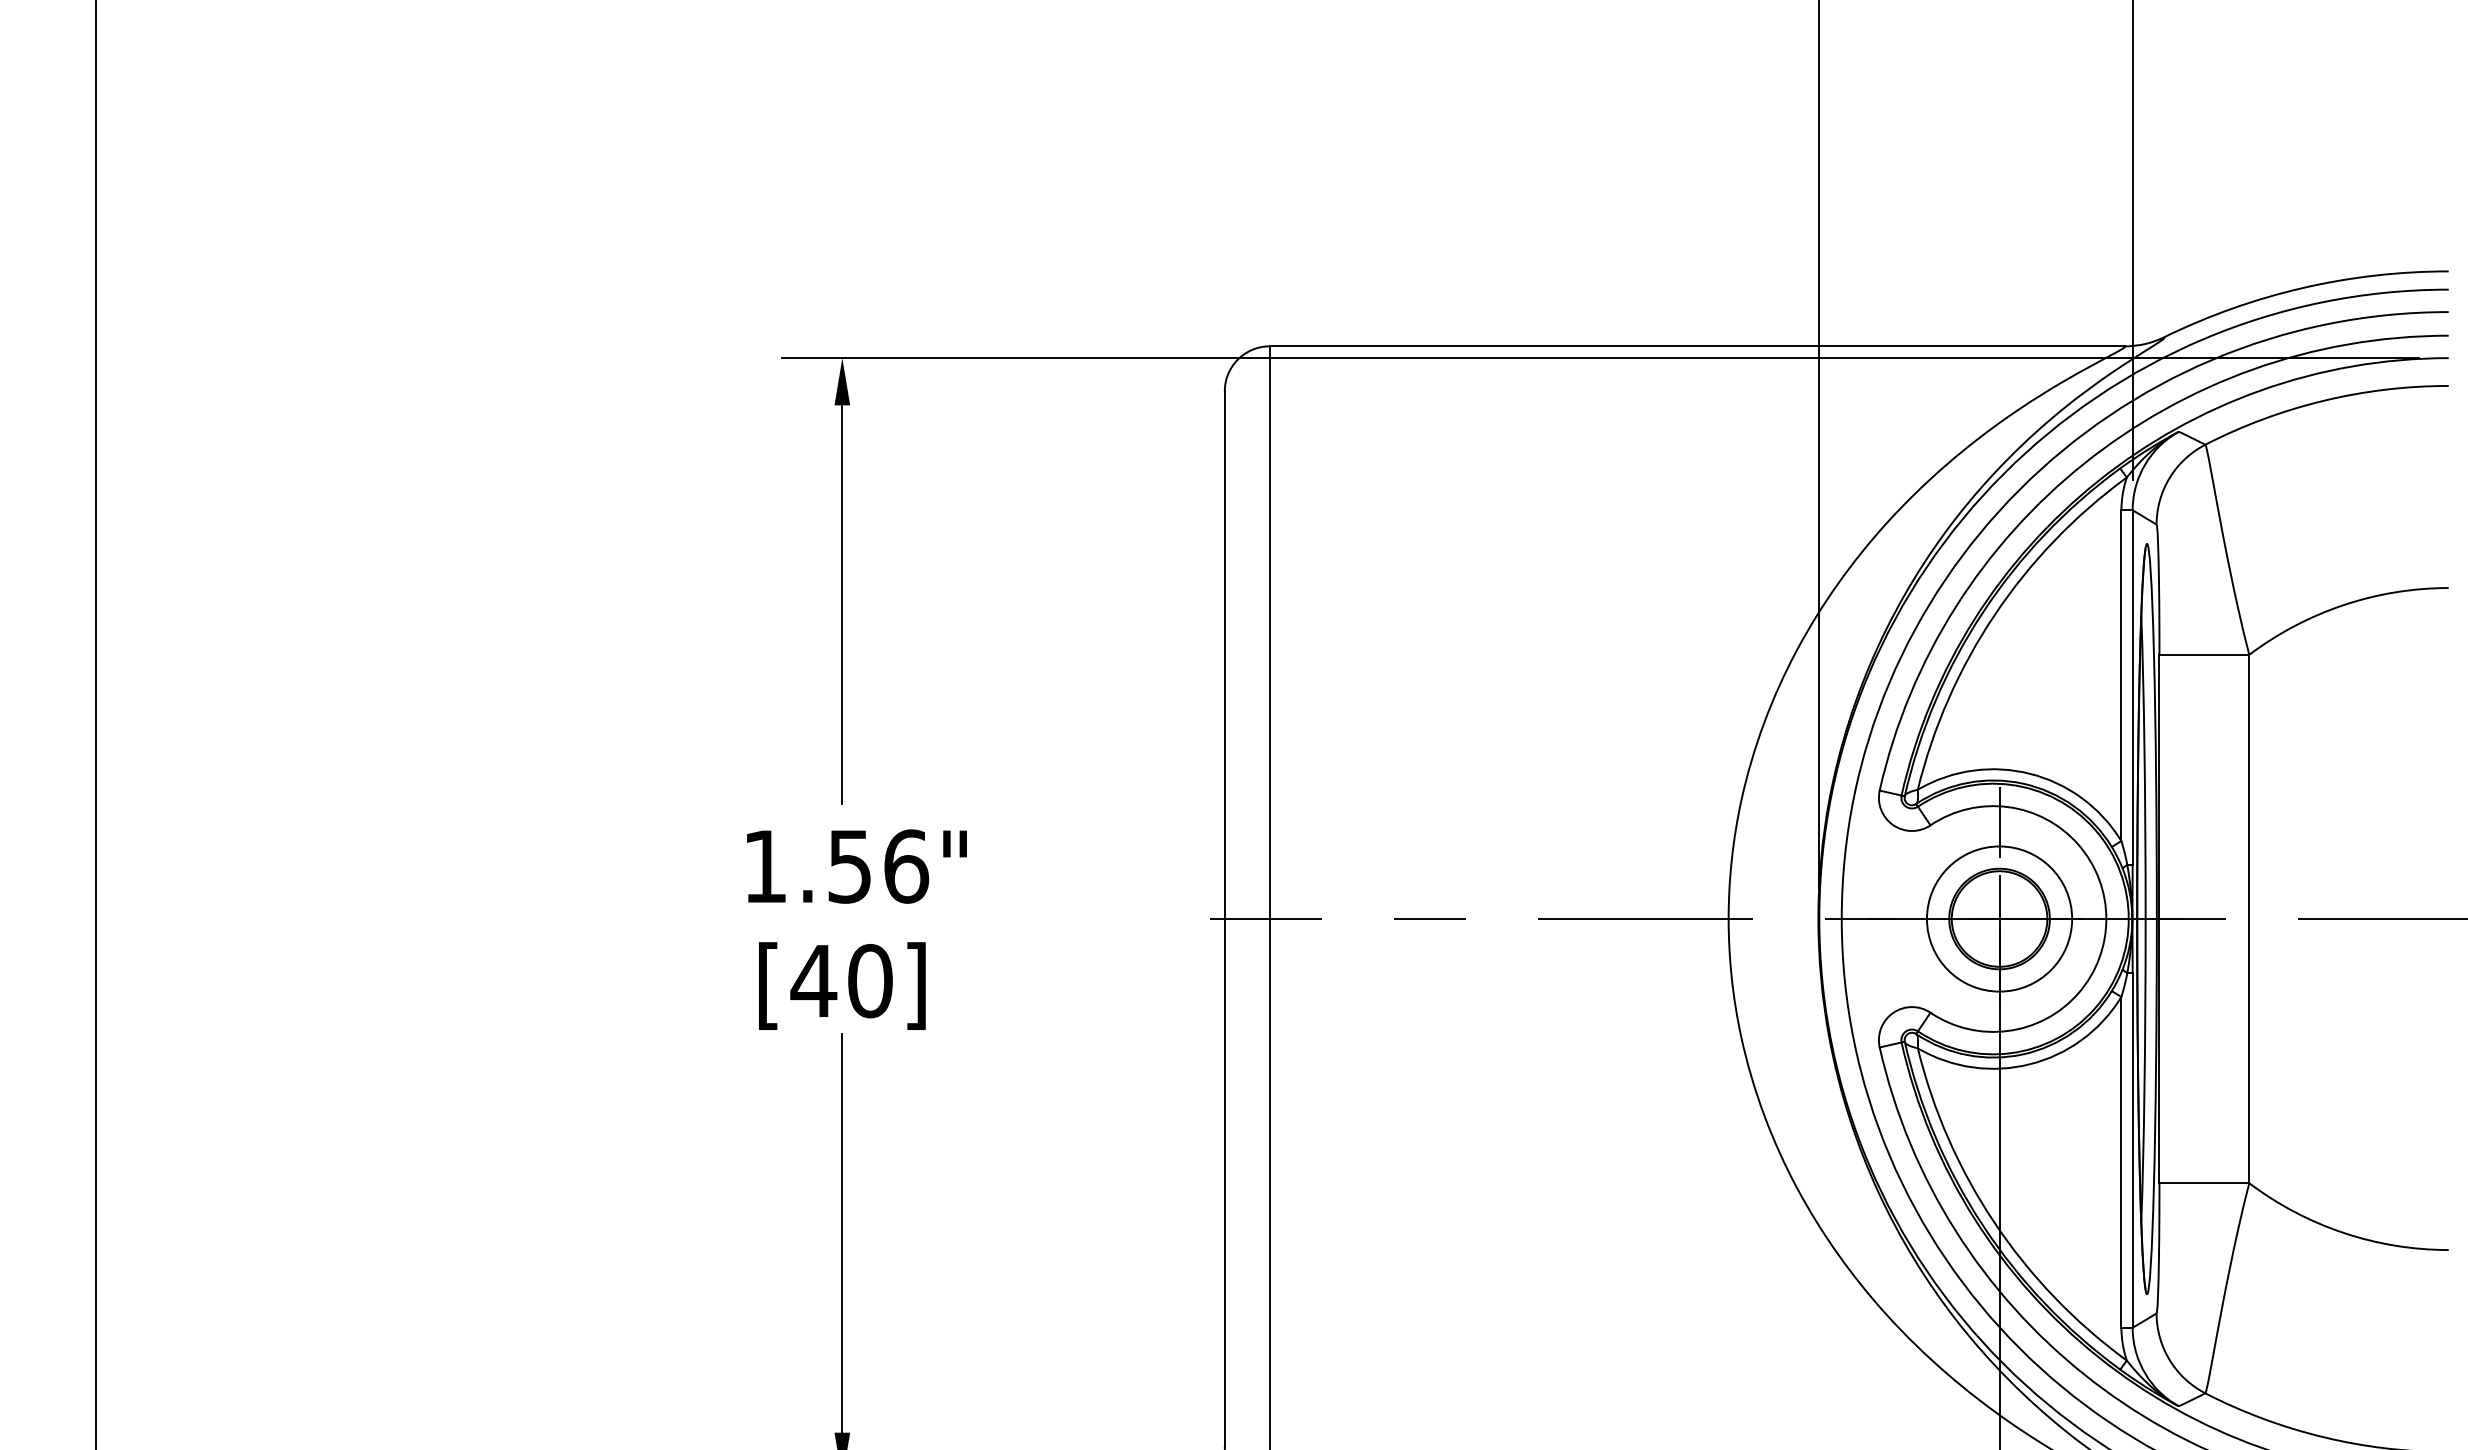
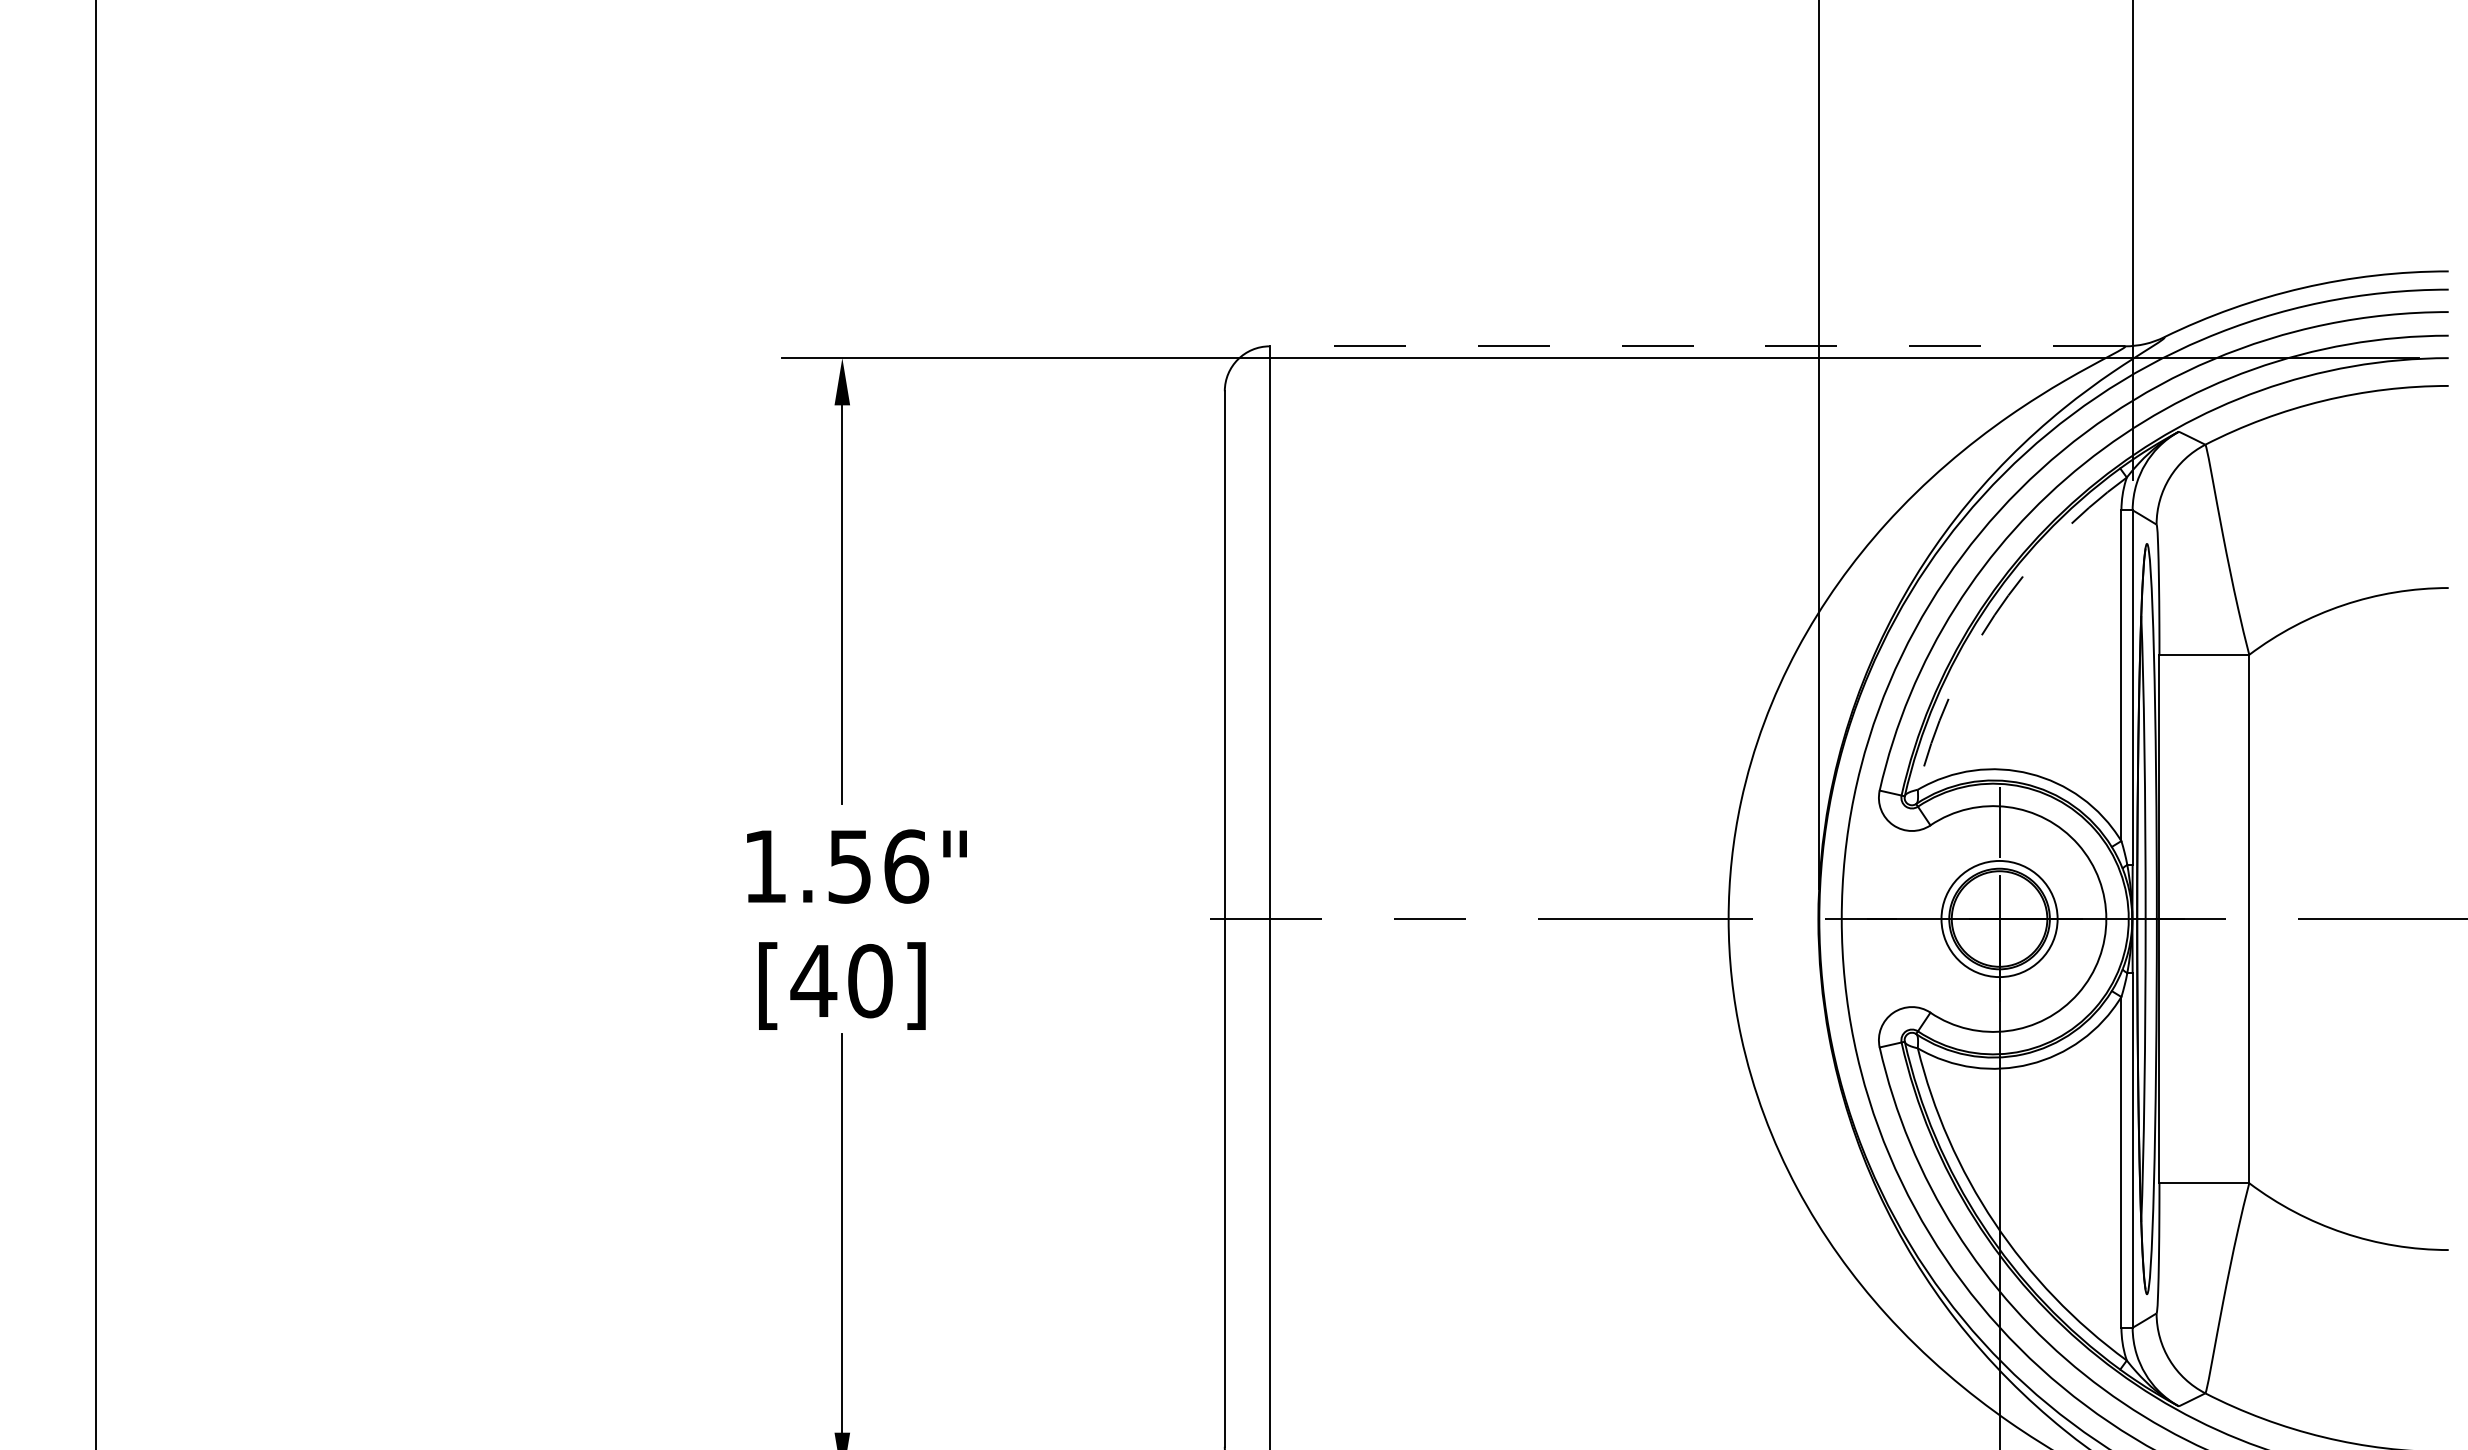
line at (1697, 346): solid -> dashed
arc at (1994, 615): solid -> dashed
circle at (1999, 918) diameter: 145 px -> 116 px
